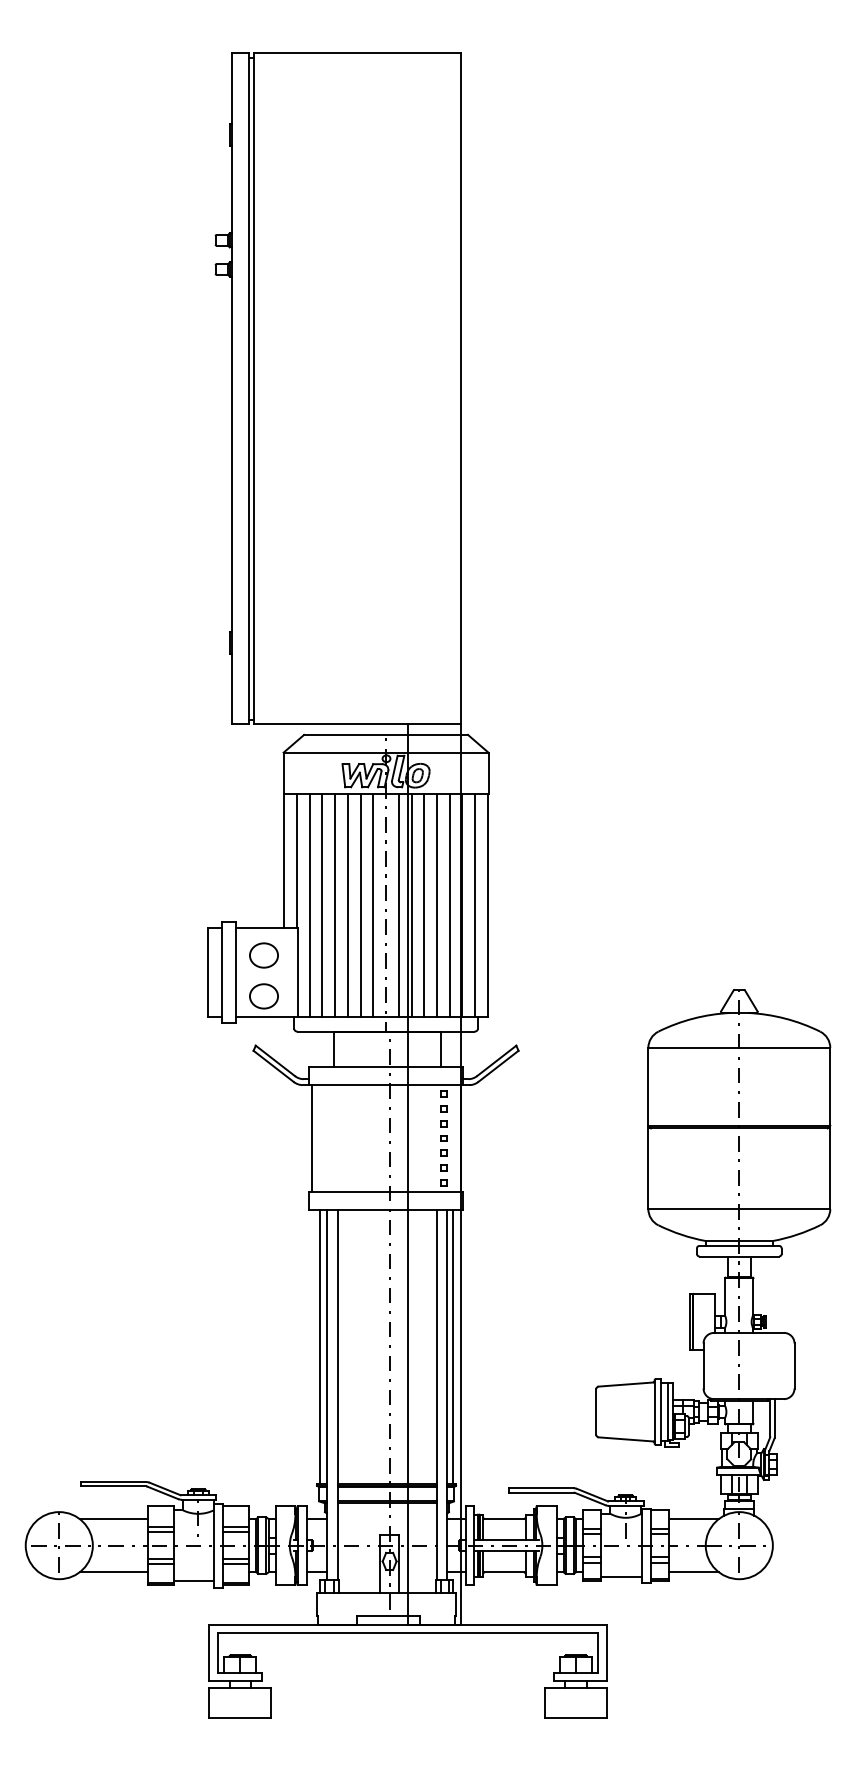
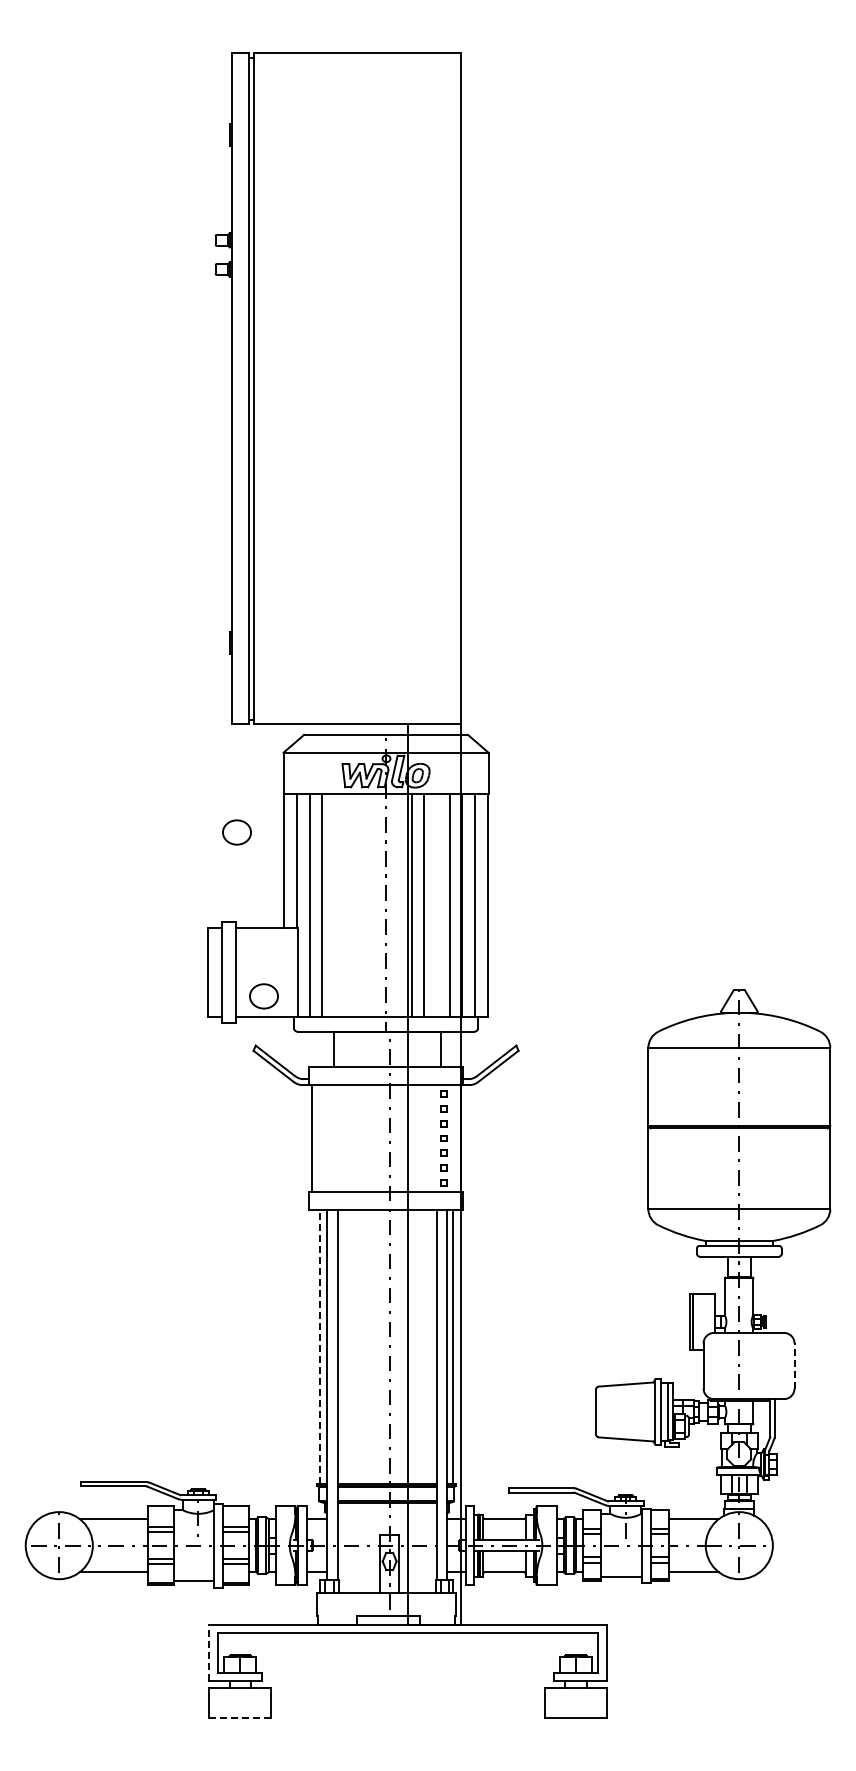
line at (335, 905): present -> none
line at (347, 905): present -> none
line at (360, 905): present -> none
line at (373, 905): present -> none
line at (398, 905): present -> none
line at (436, 905): present -> none
part at (263, 955) position: (263, 955) -> (236, 832)
line at (320, 1346): solid -> dashed
line at (794, 1366): solid -> dashed
line at (209, 1652): solid -> dashed
line at (240, 1717): solid -> dashed
